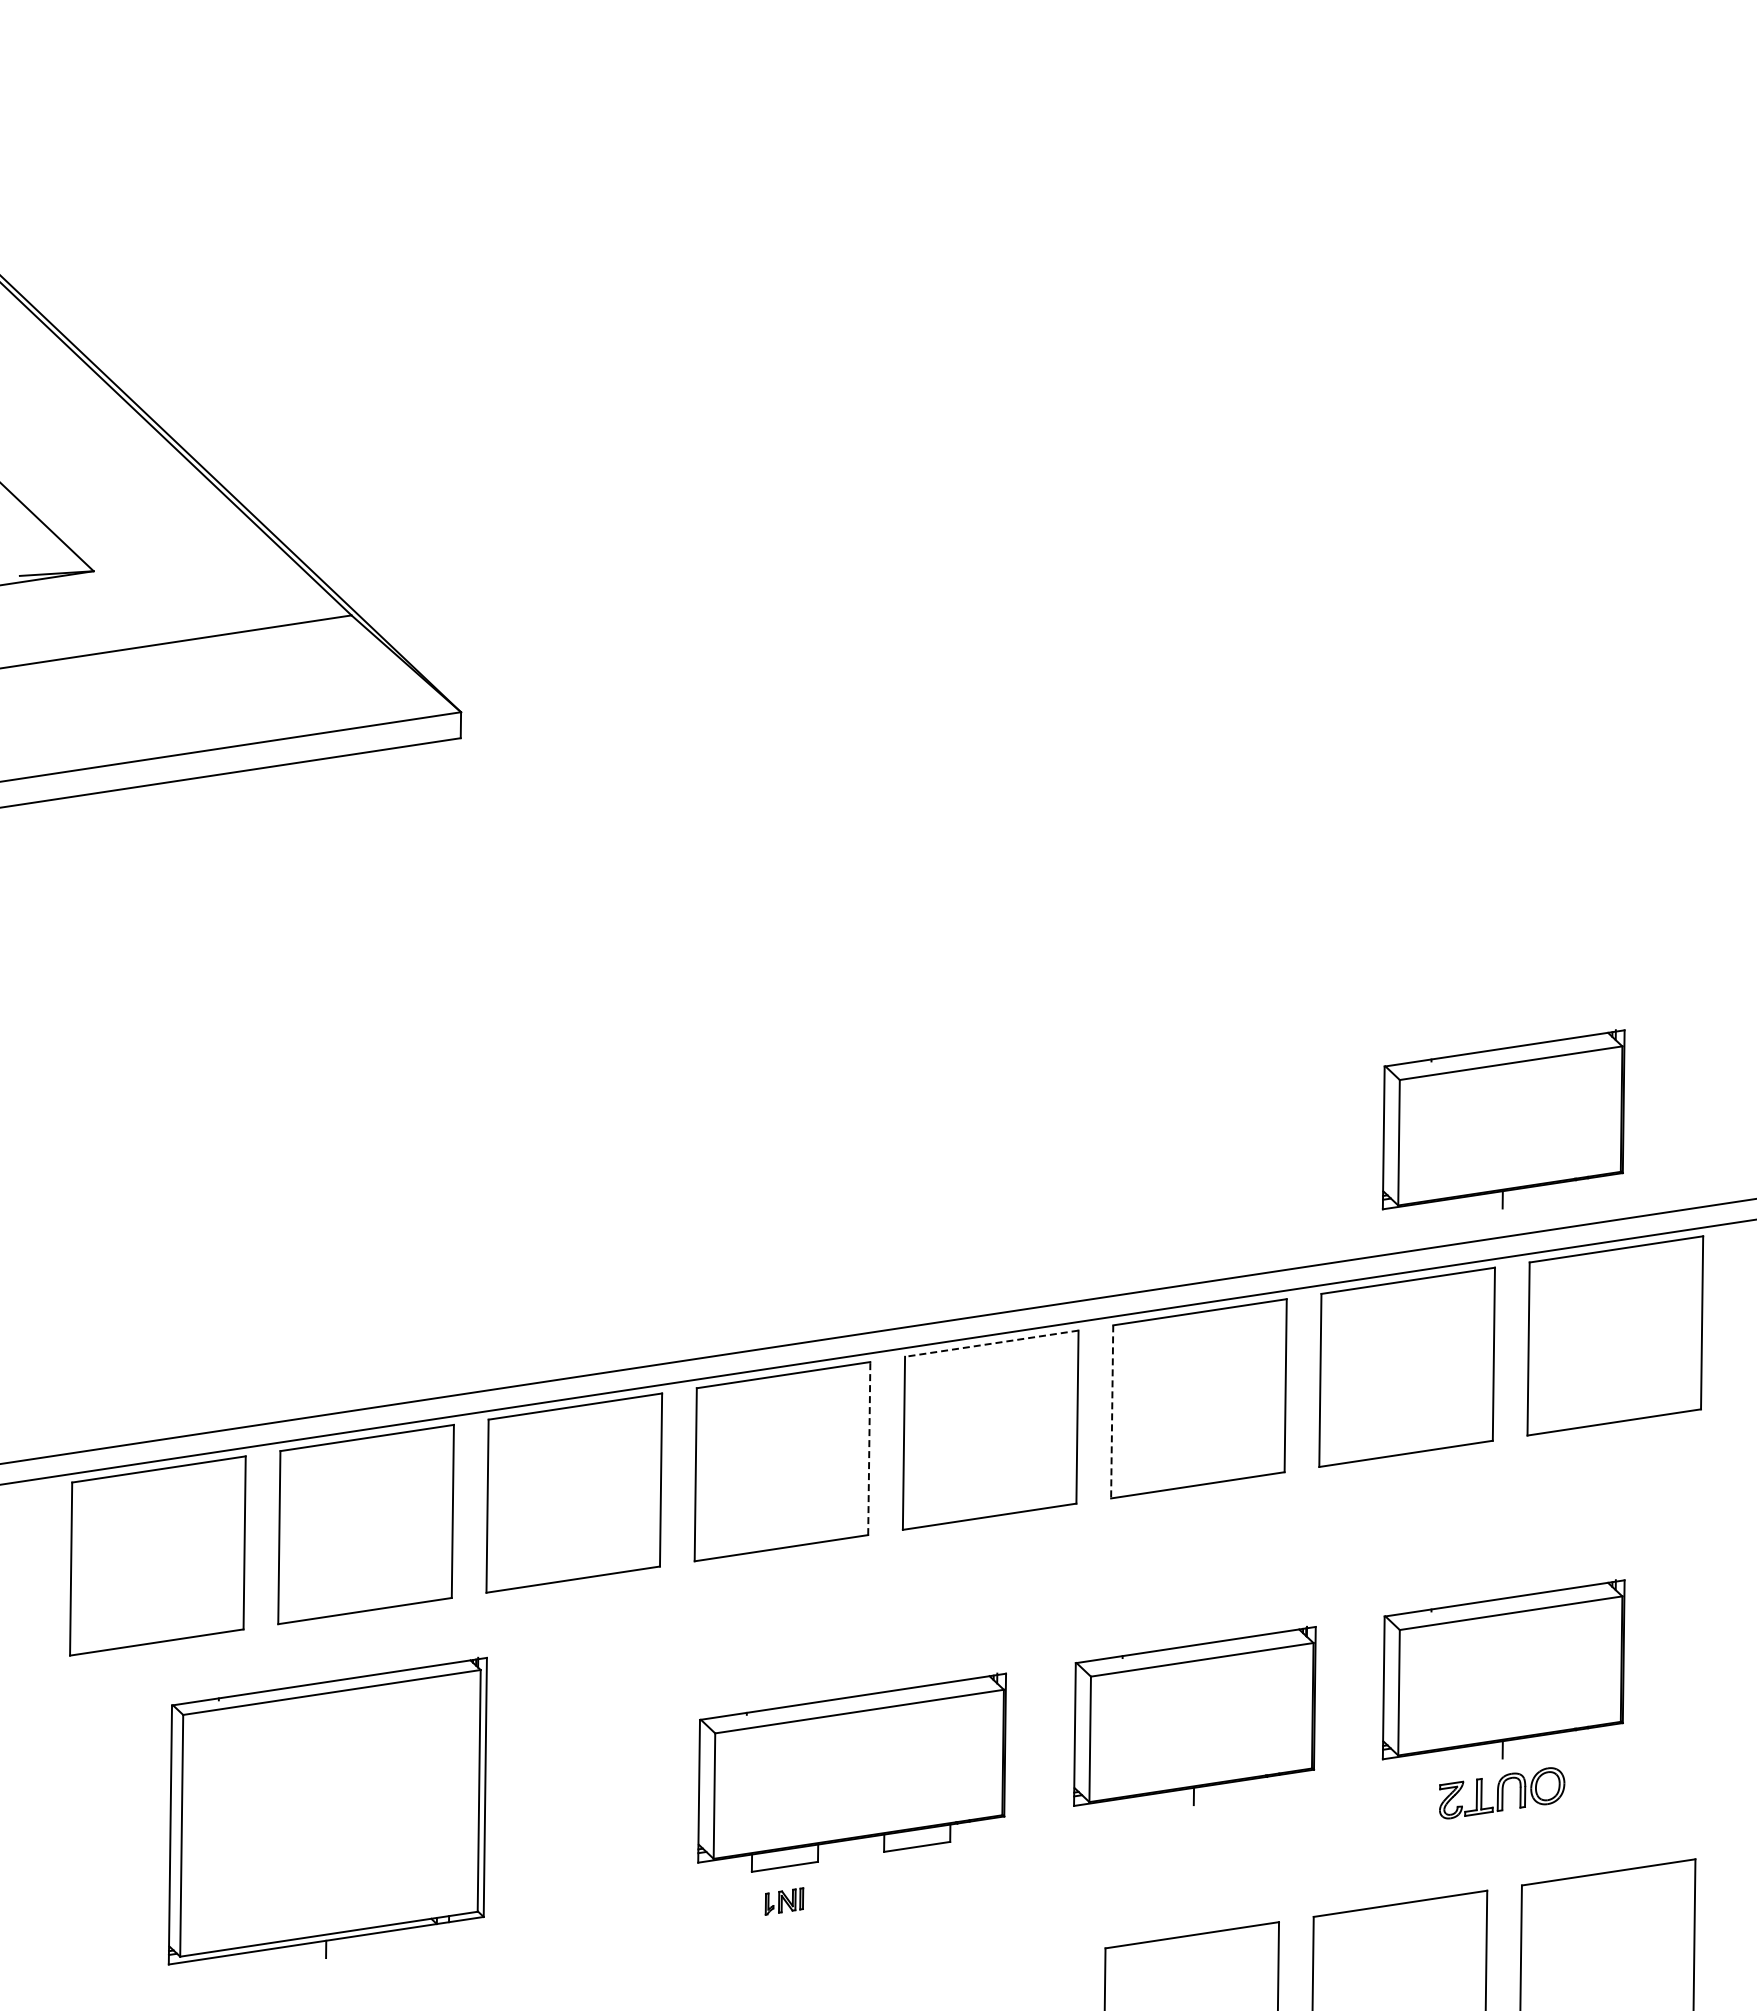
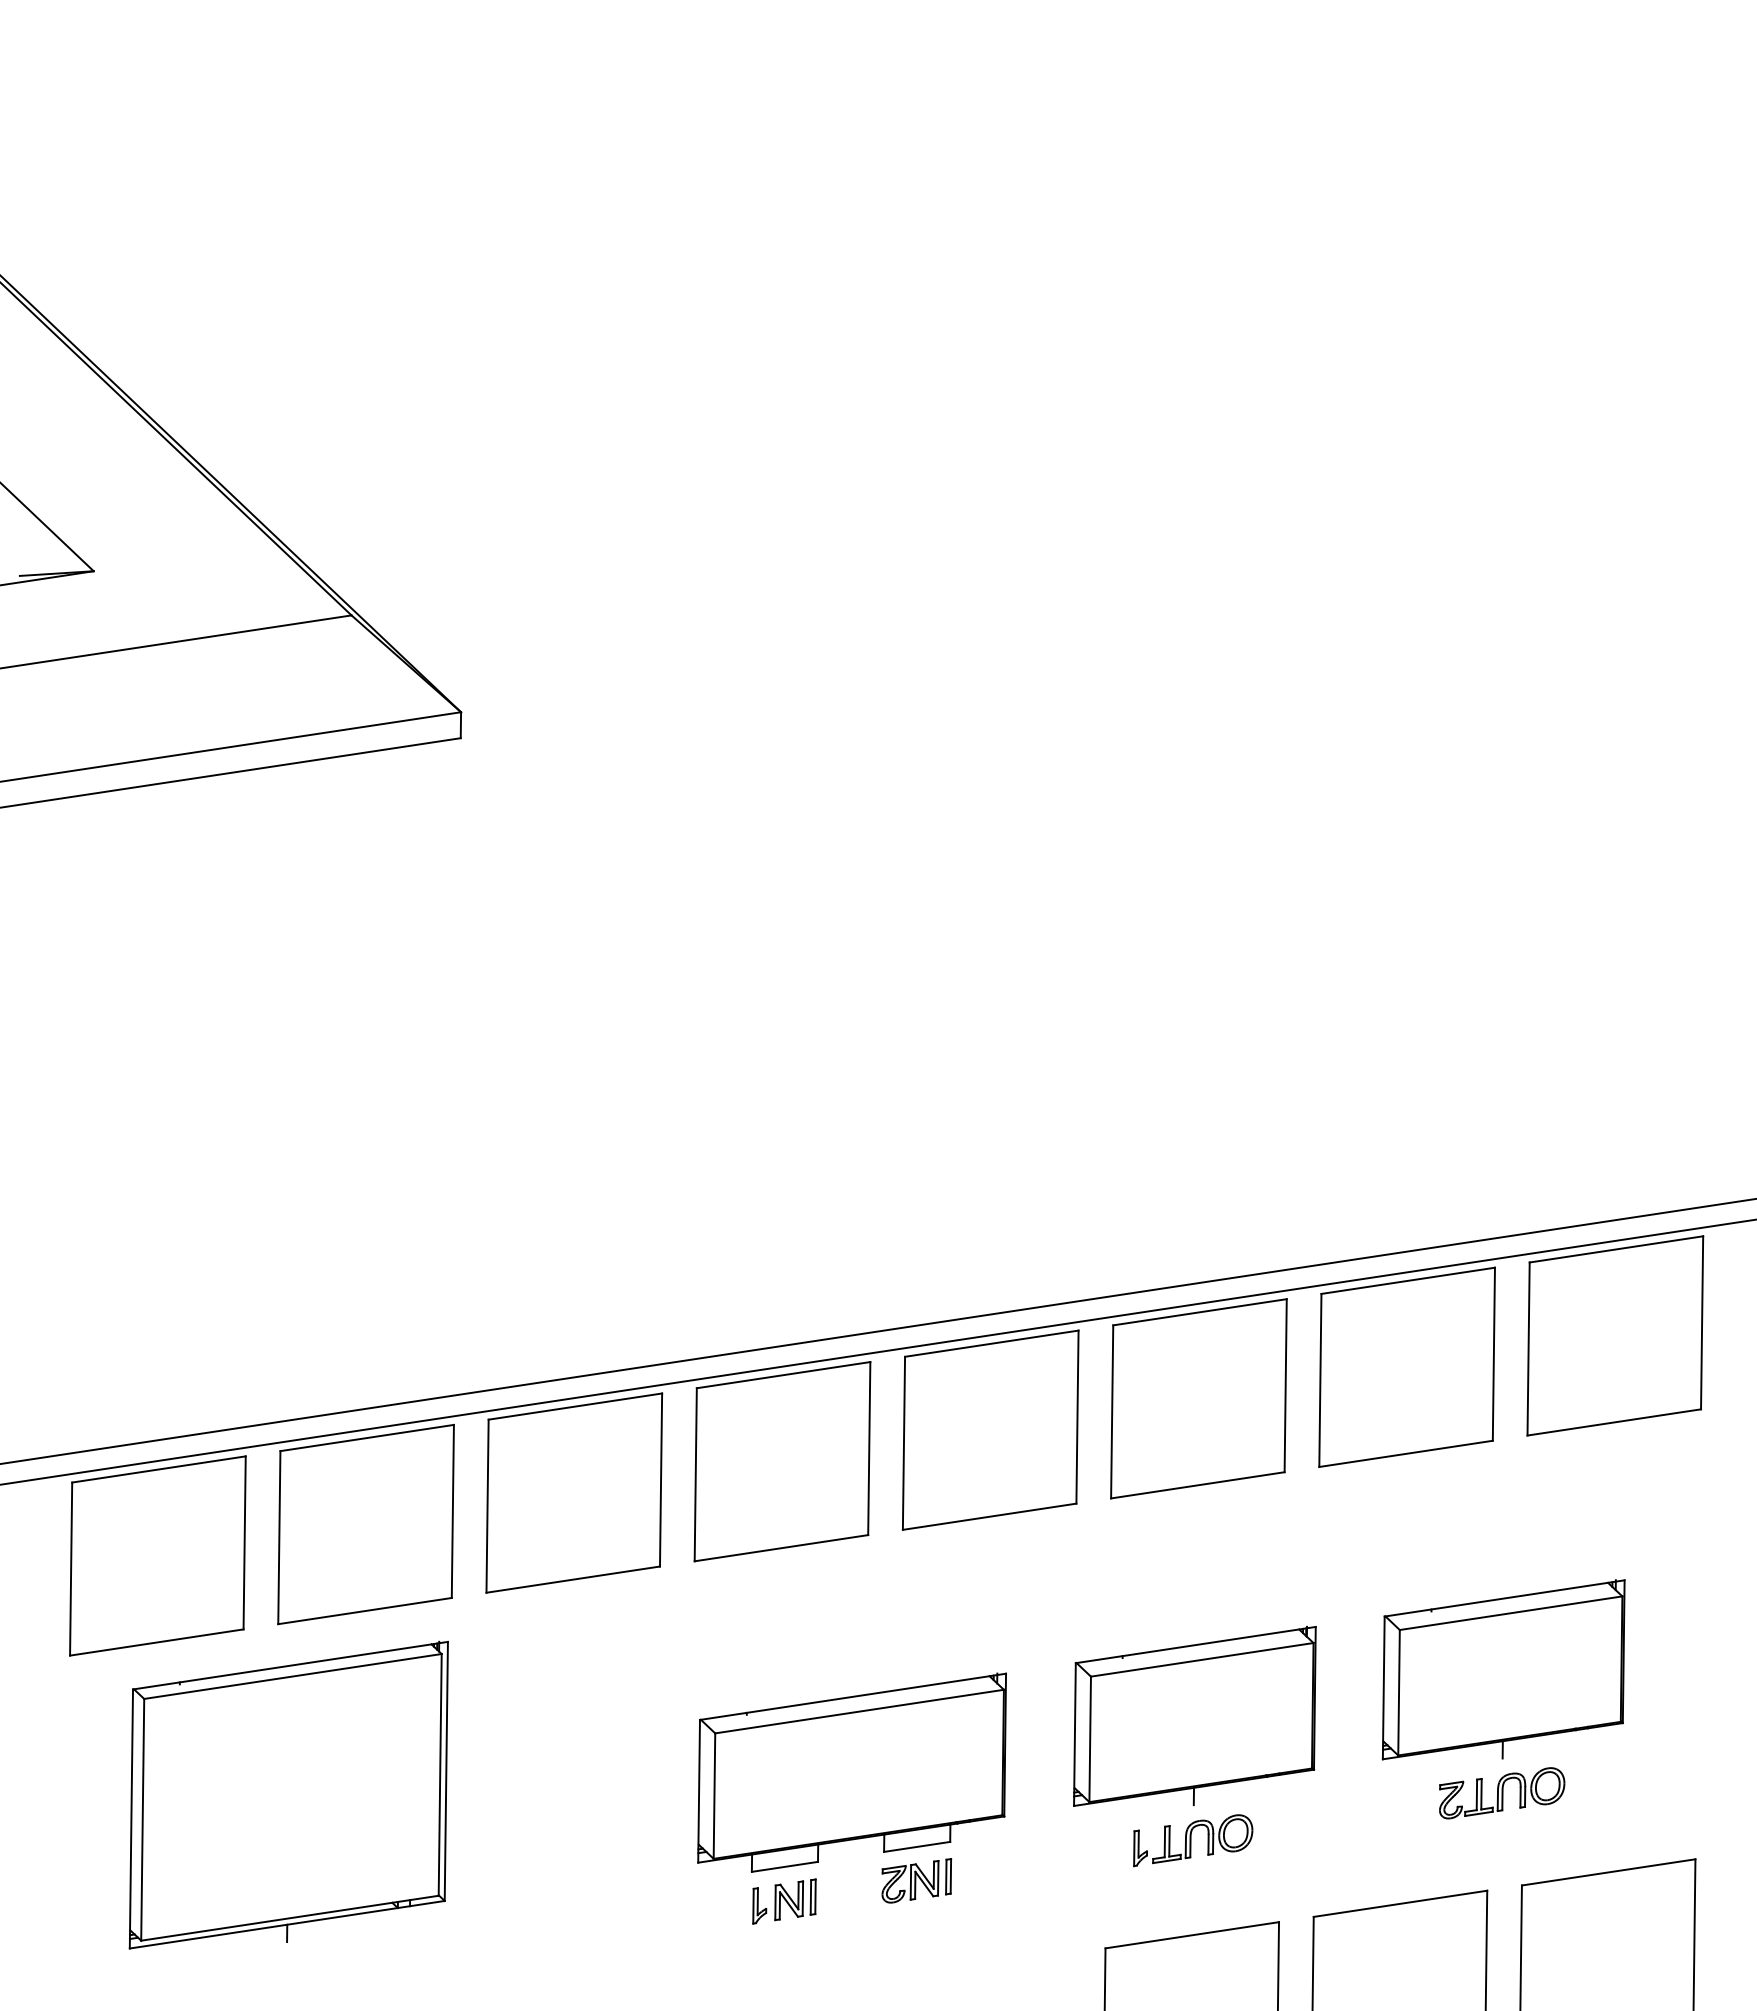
part at (1503, 1119): present -> none
line at (991, 1343): dashed -> solid
line at (1112, 1411): dashed -> solid
line at (869, 1448): dashed -> solid
part at (327, 1810) position: (327, 1810) -> (288, 1794)
part at (1193, 1840): none -> present
part at (916, 1880): none -> present
part at (784, 1901) size: 41x29 px -> 65x47 px
